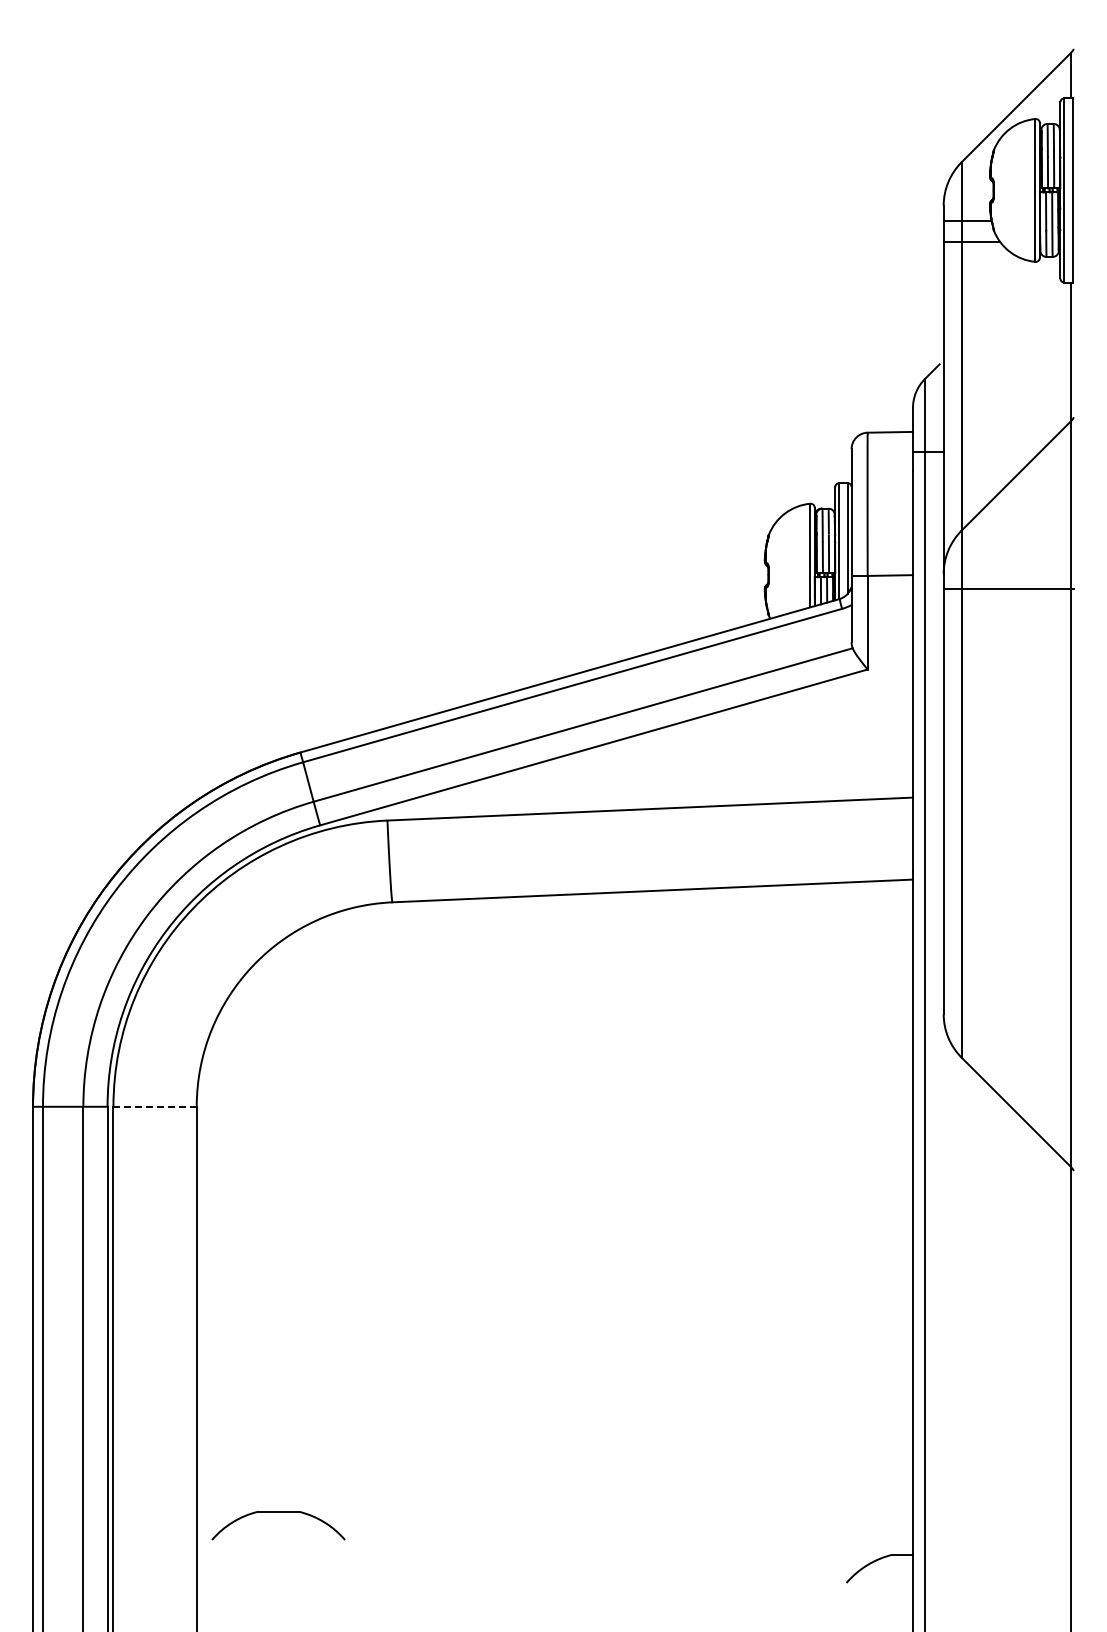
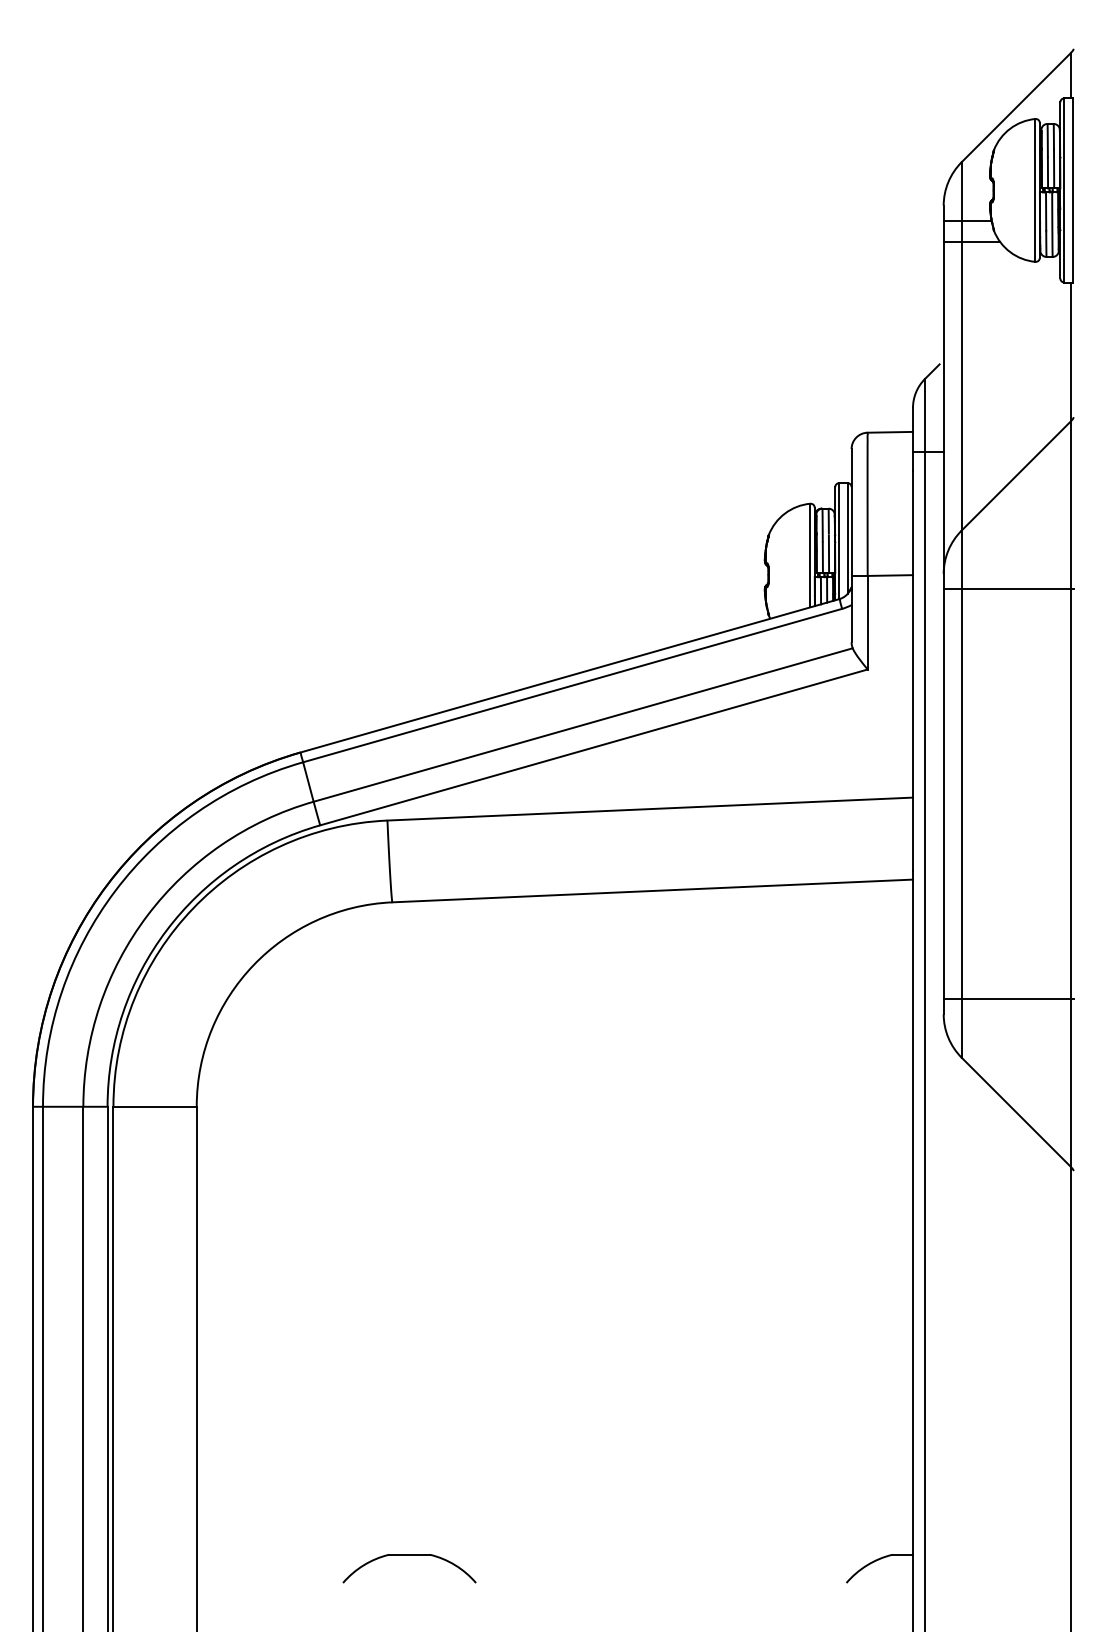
line at (1008, 998): none -> present
line at (155, 1106): dashed -> solid
part at (278, 1512) position: (278, 1512) -> (409, 1555)
